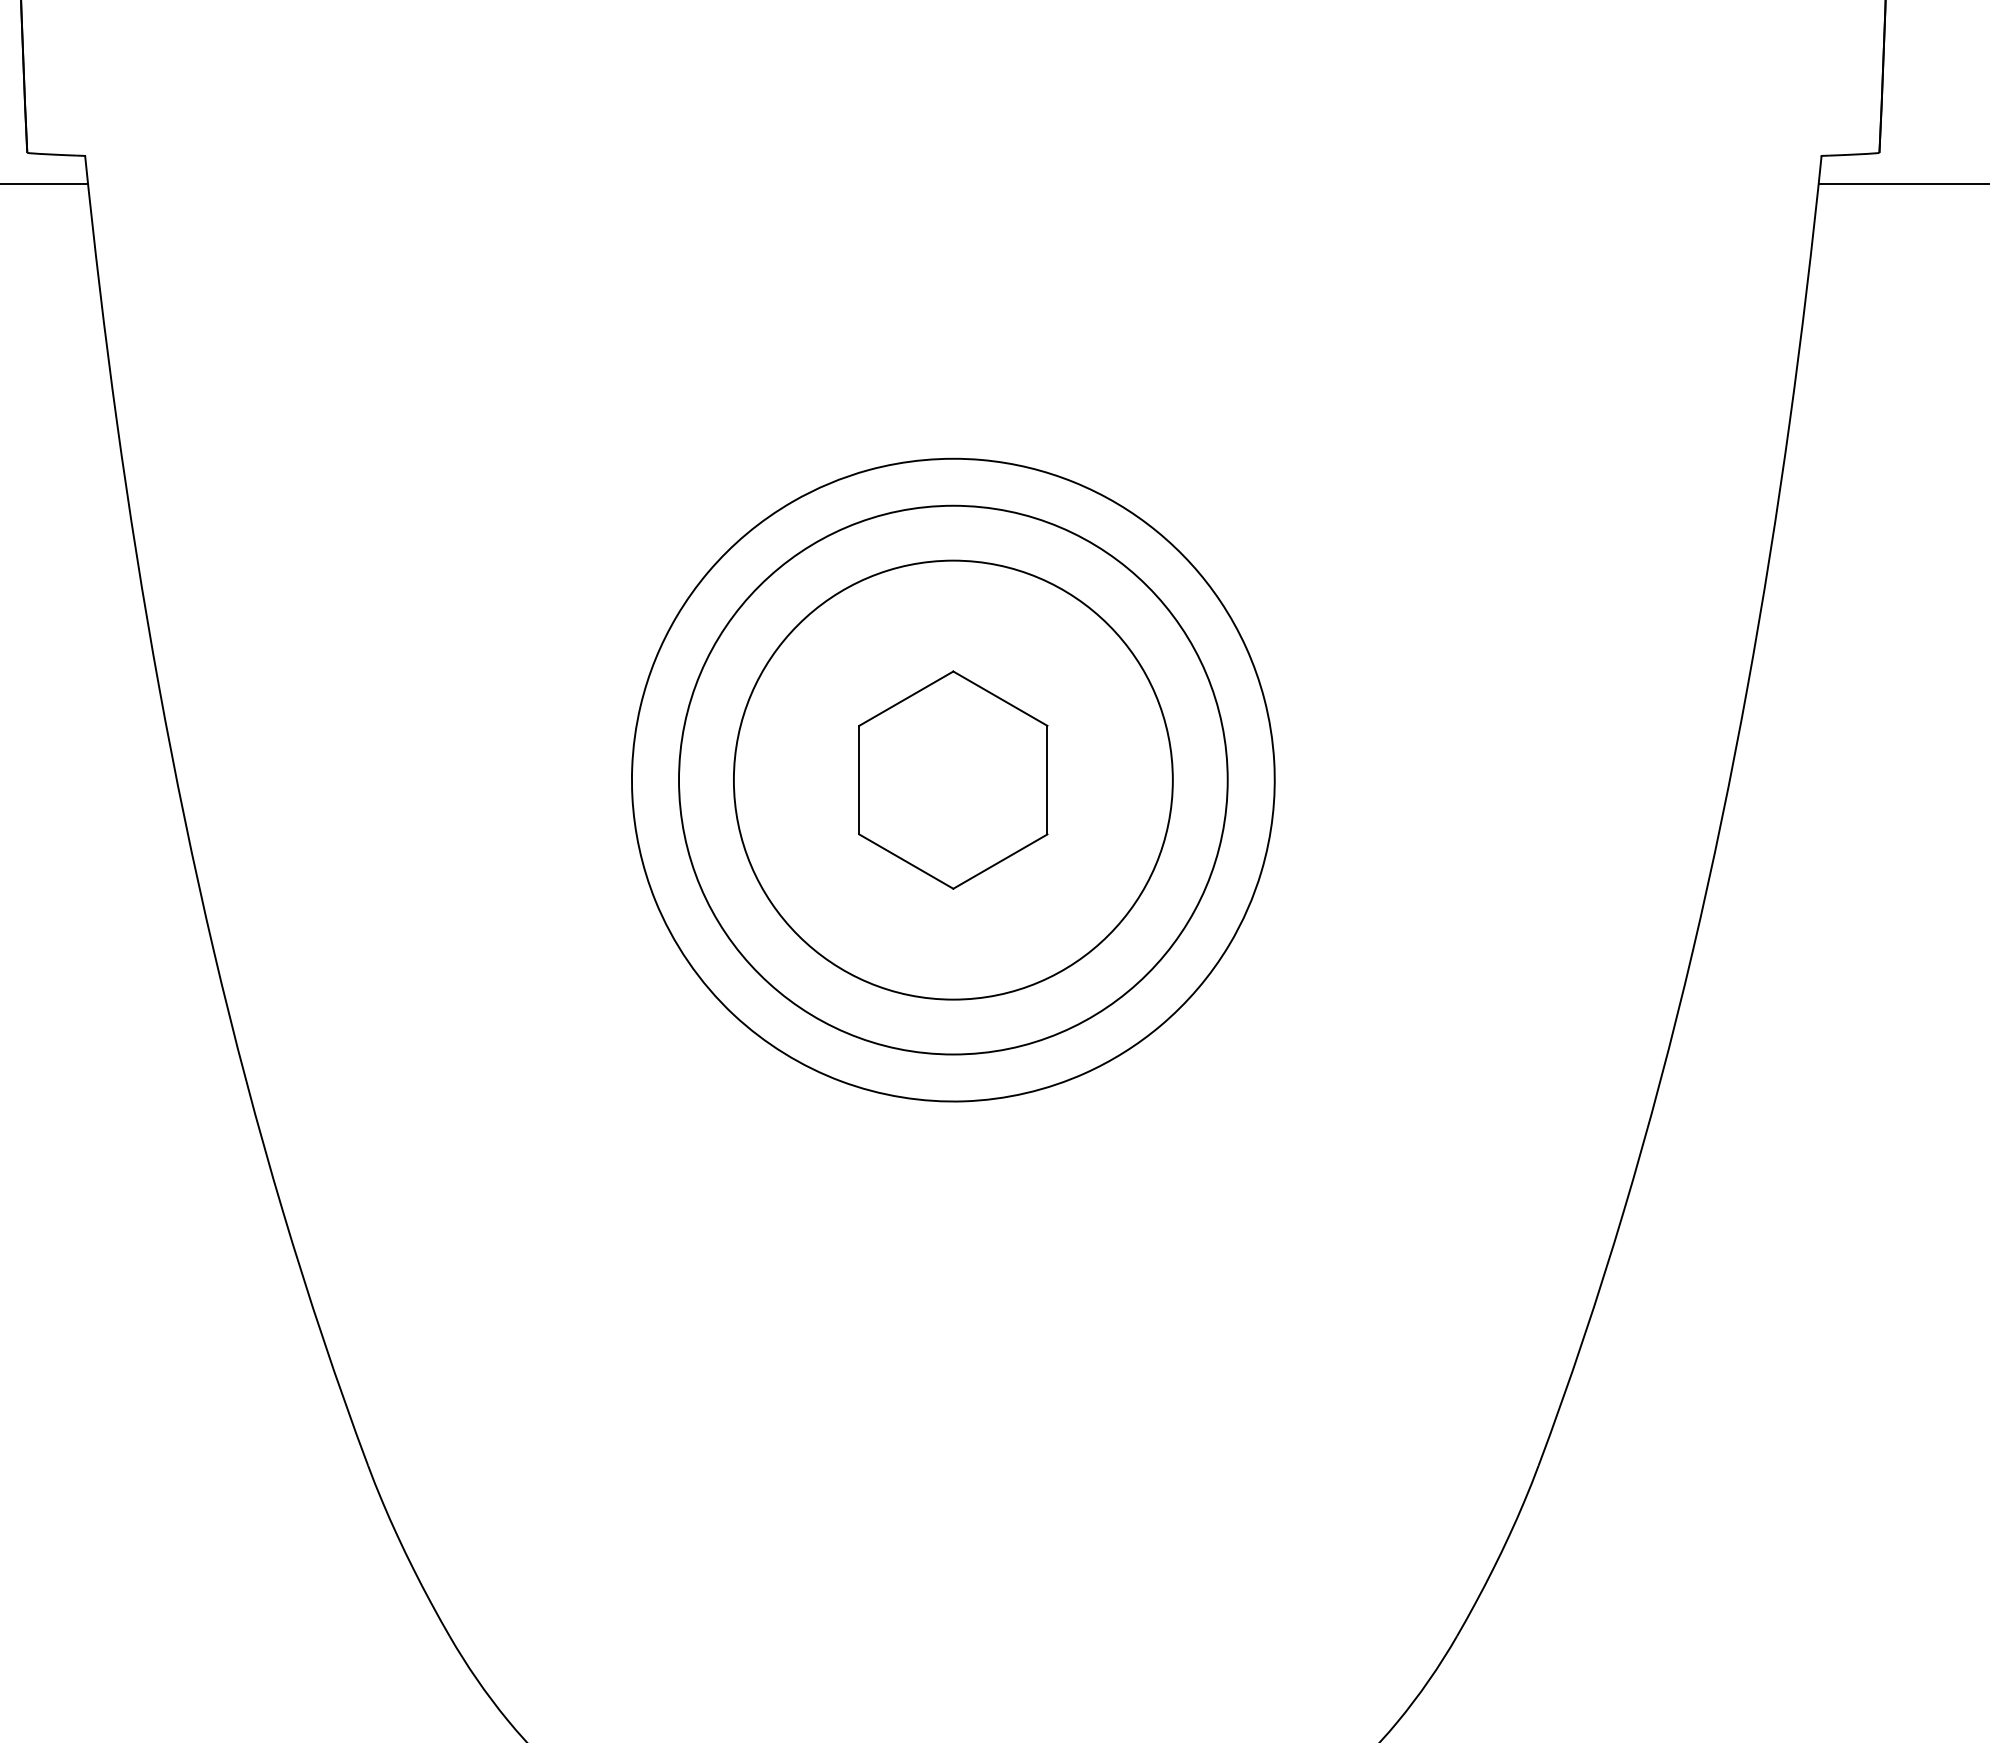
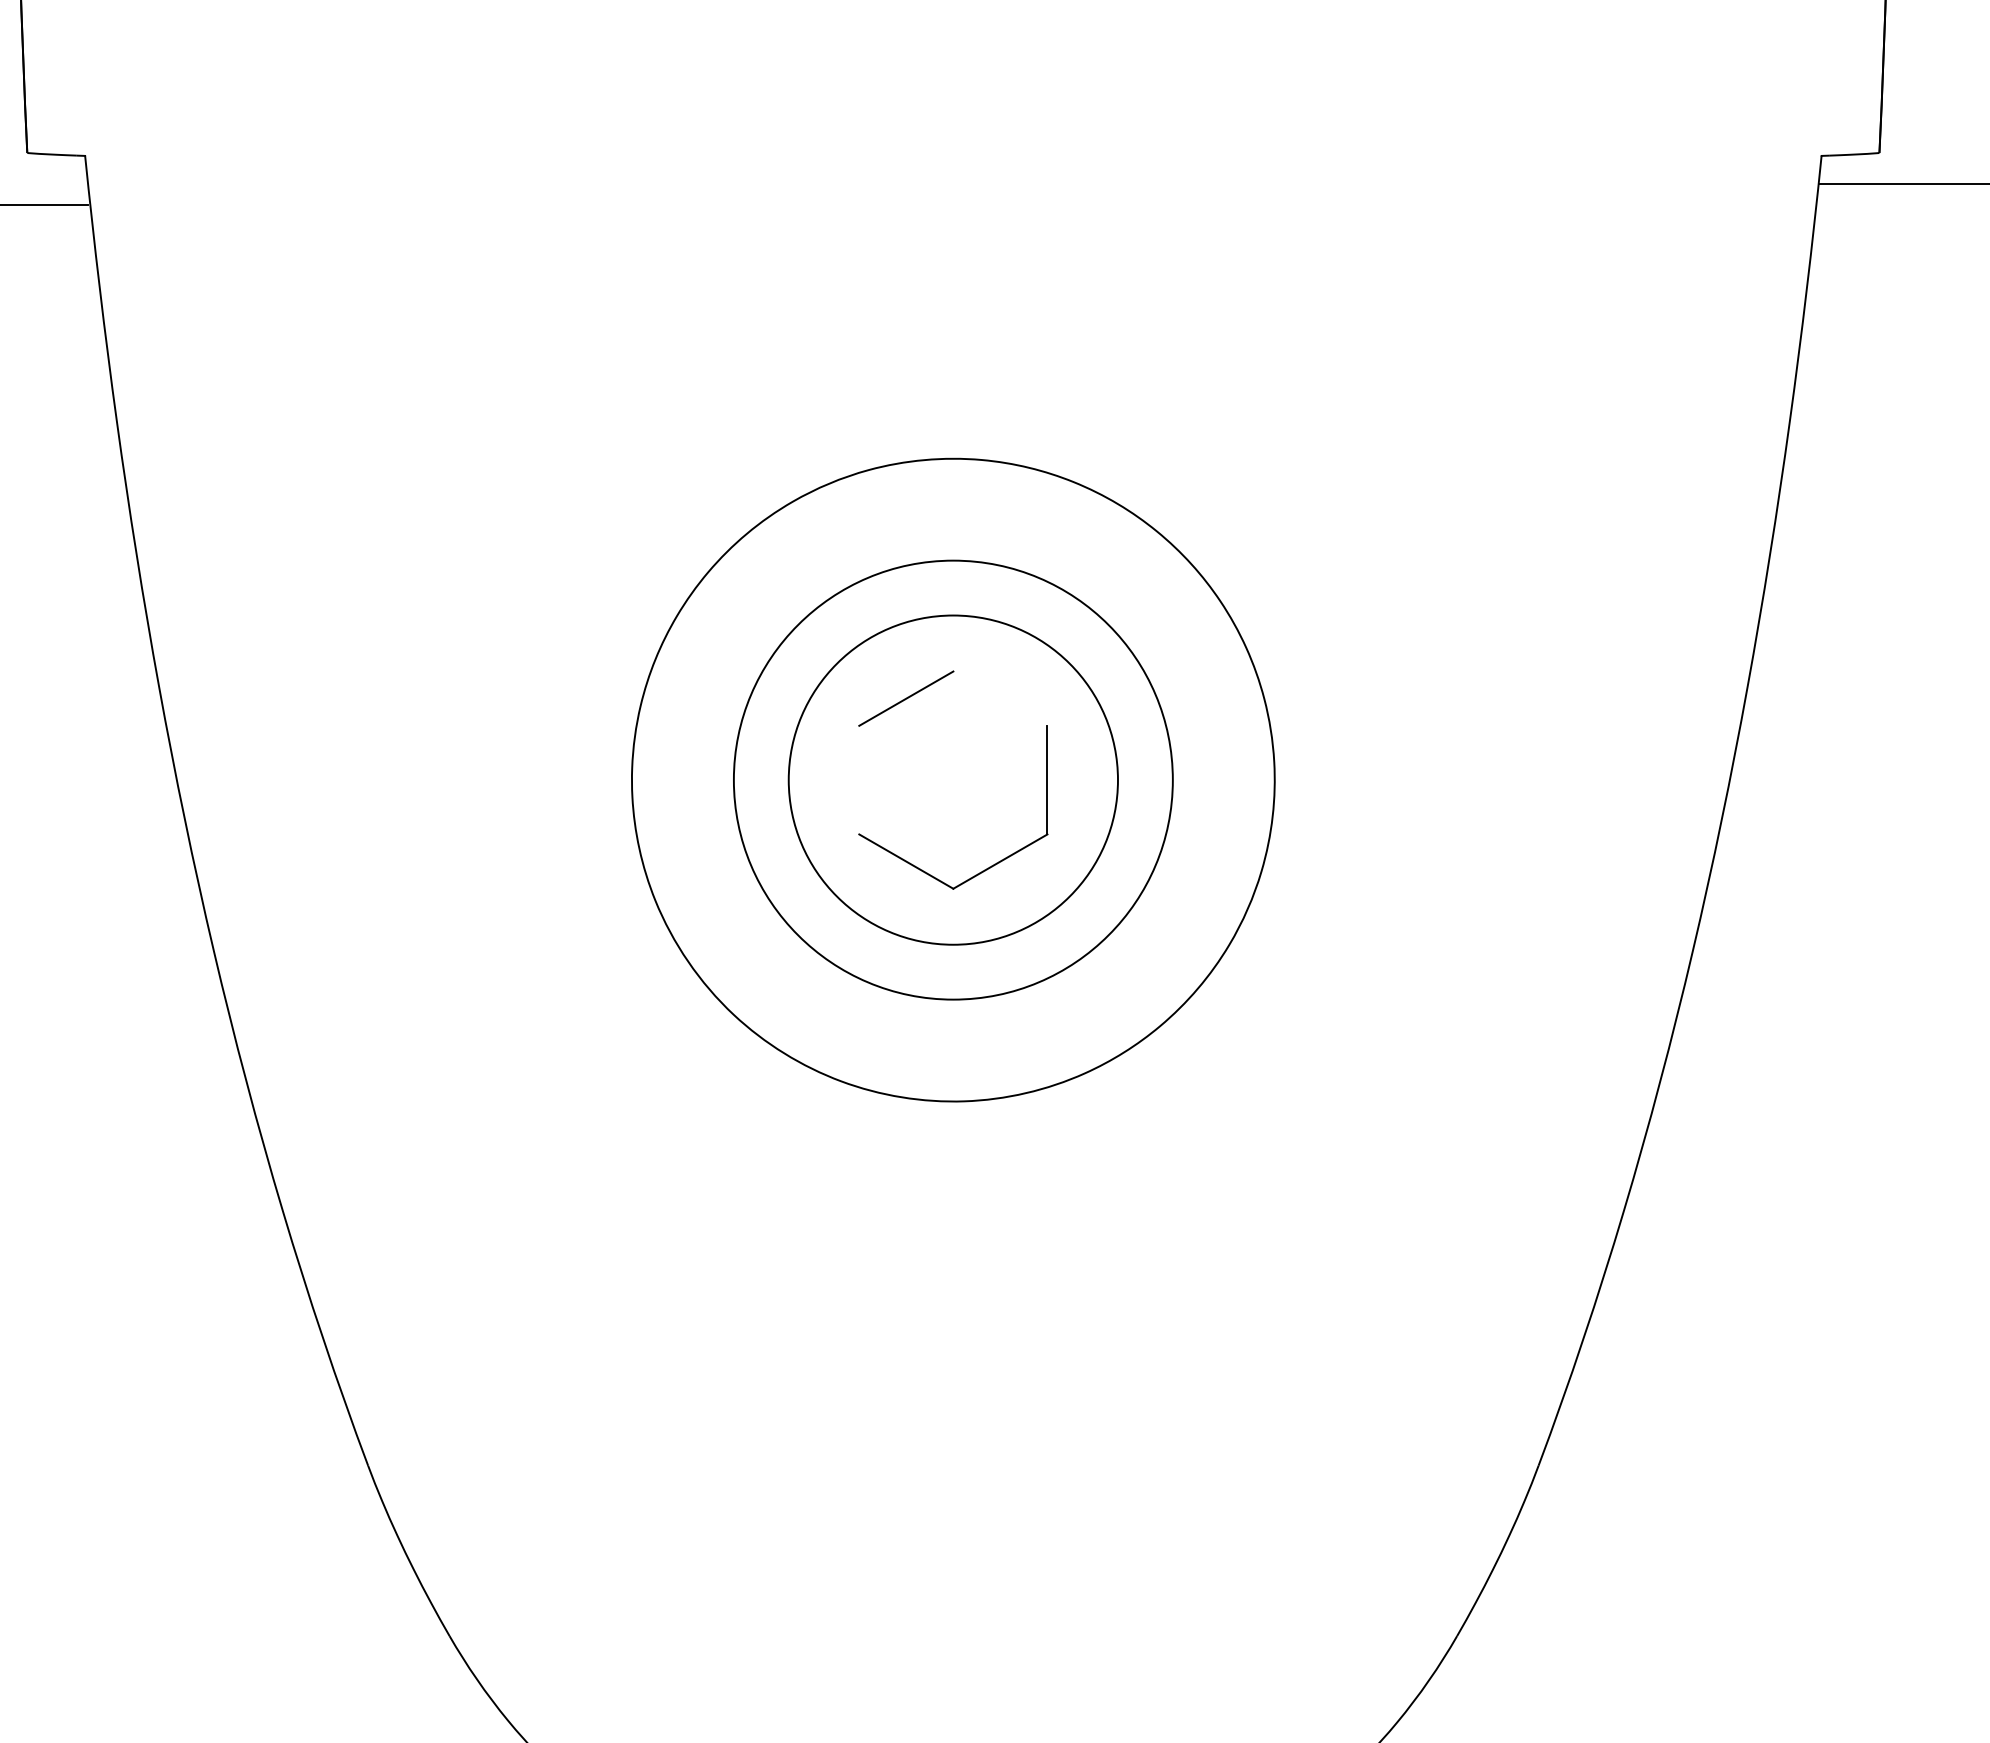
line at (45, 184) position: (45, 184) -> (45, 205)
line at (1000, 698): present -> none
line at (859, 779): present -> none
circle at (953, 779) diameter: 549 px -> 329 px
